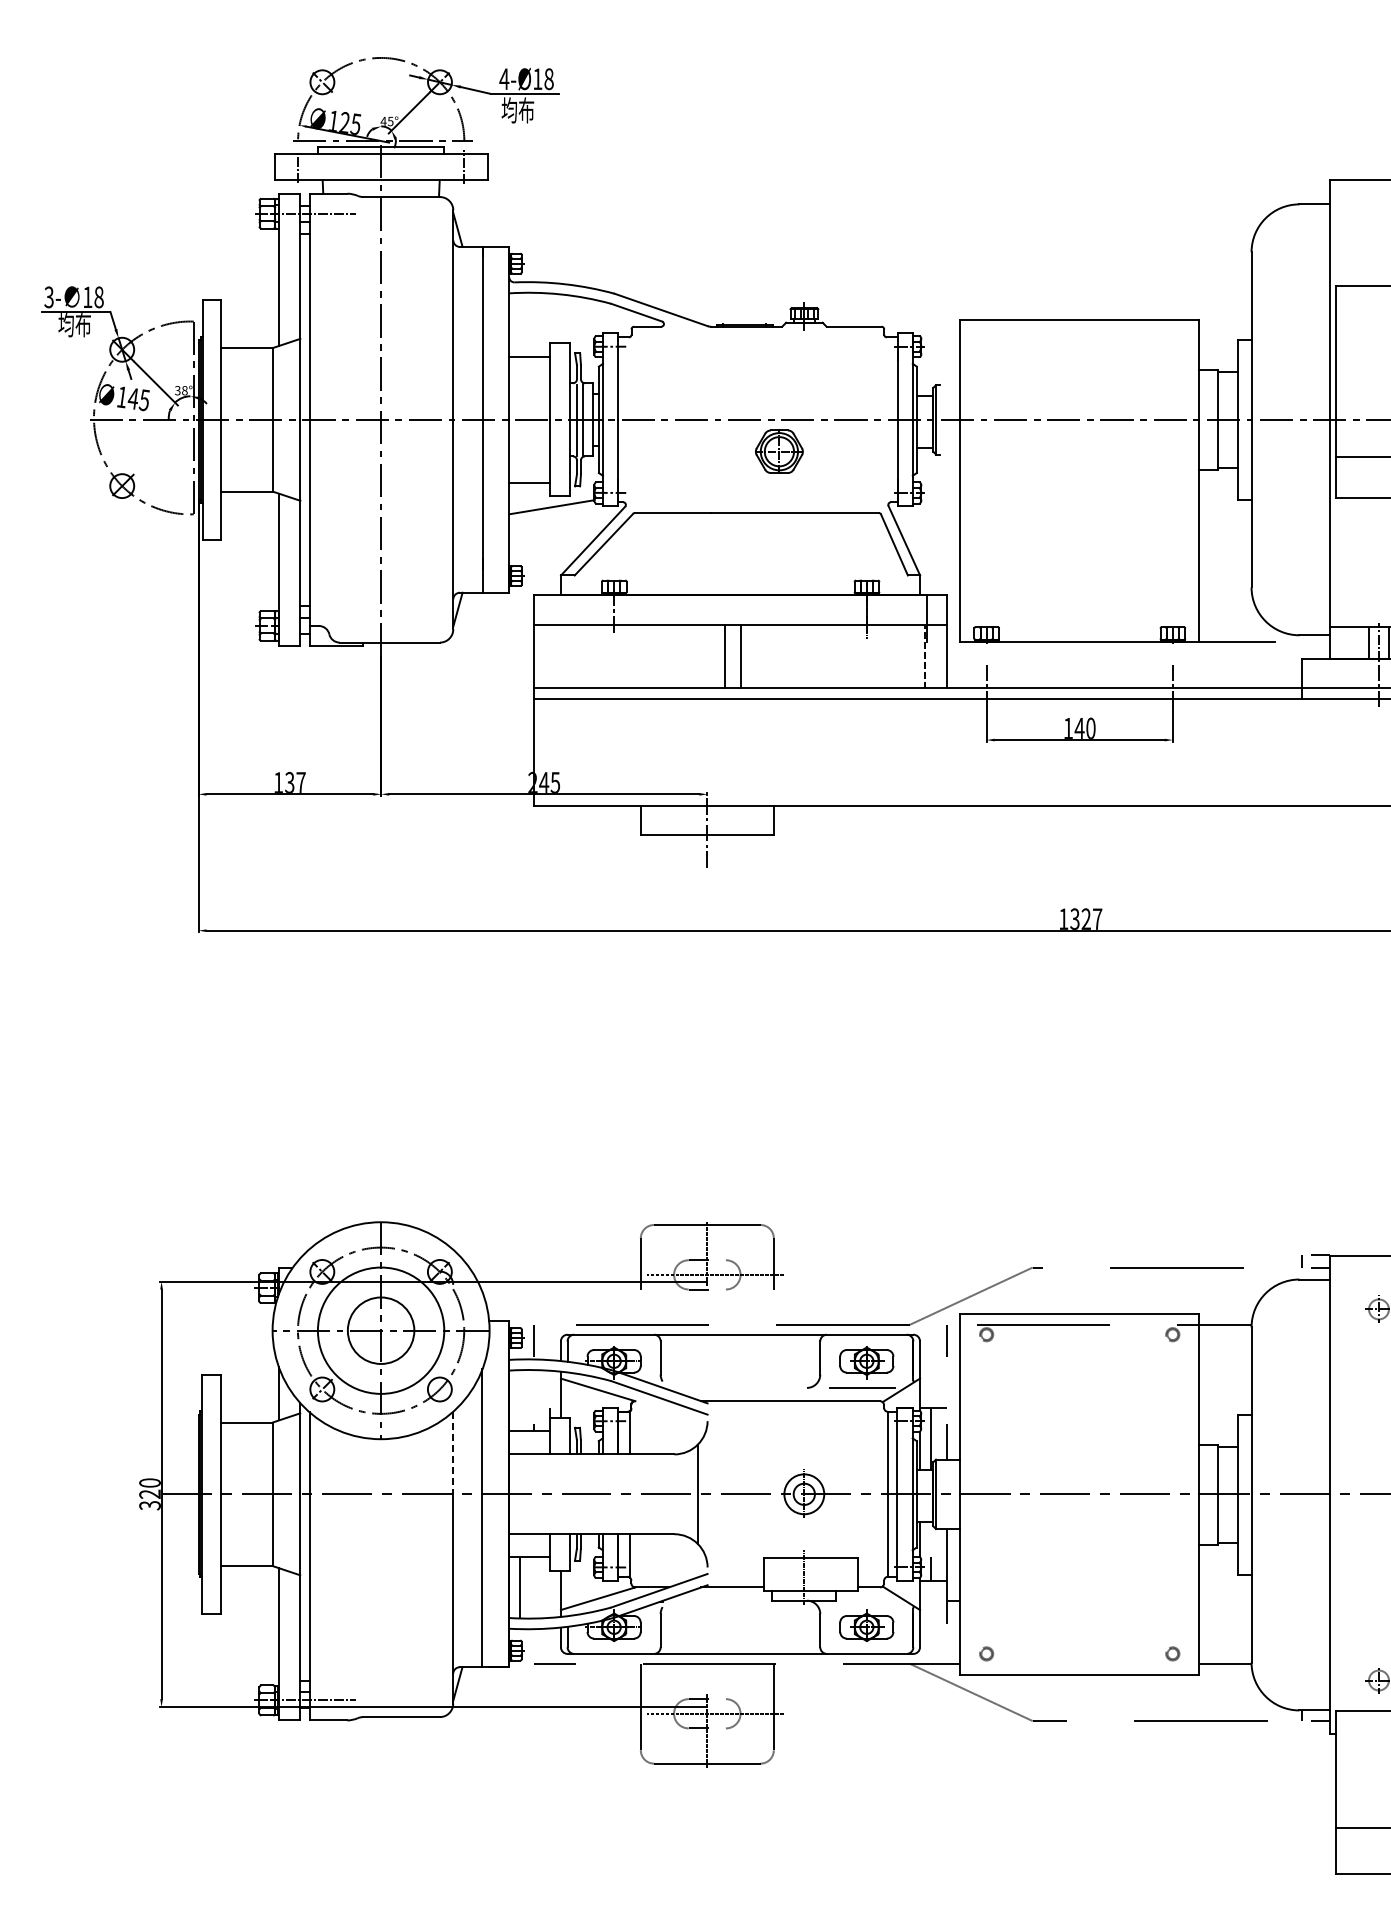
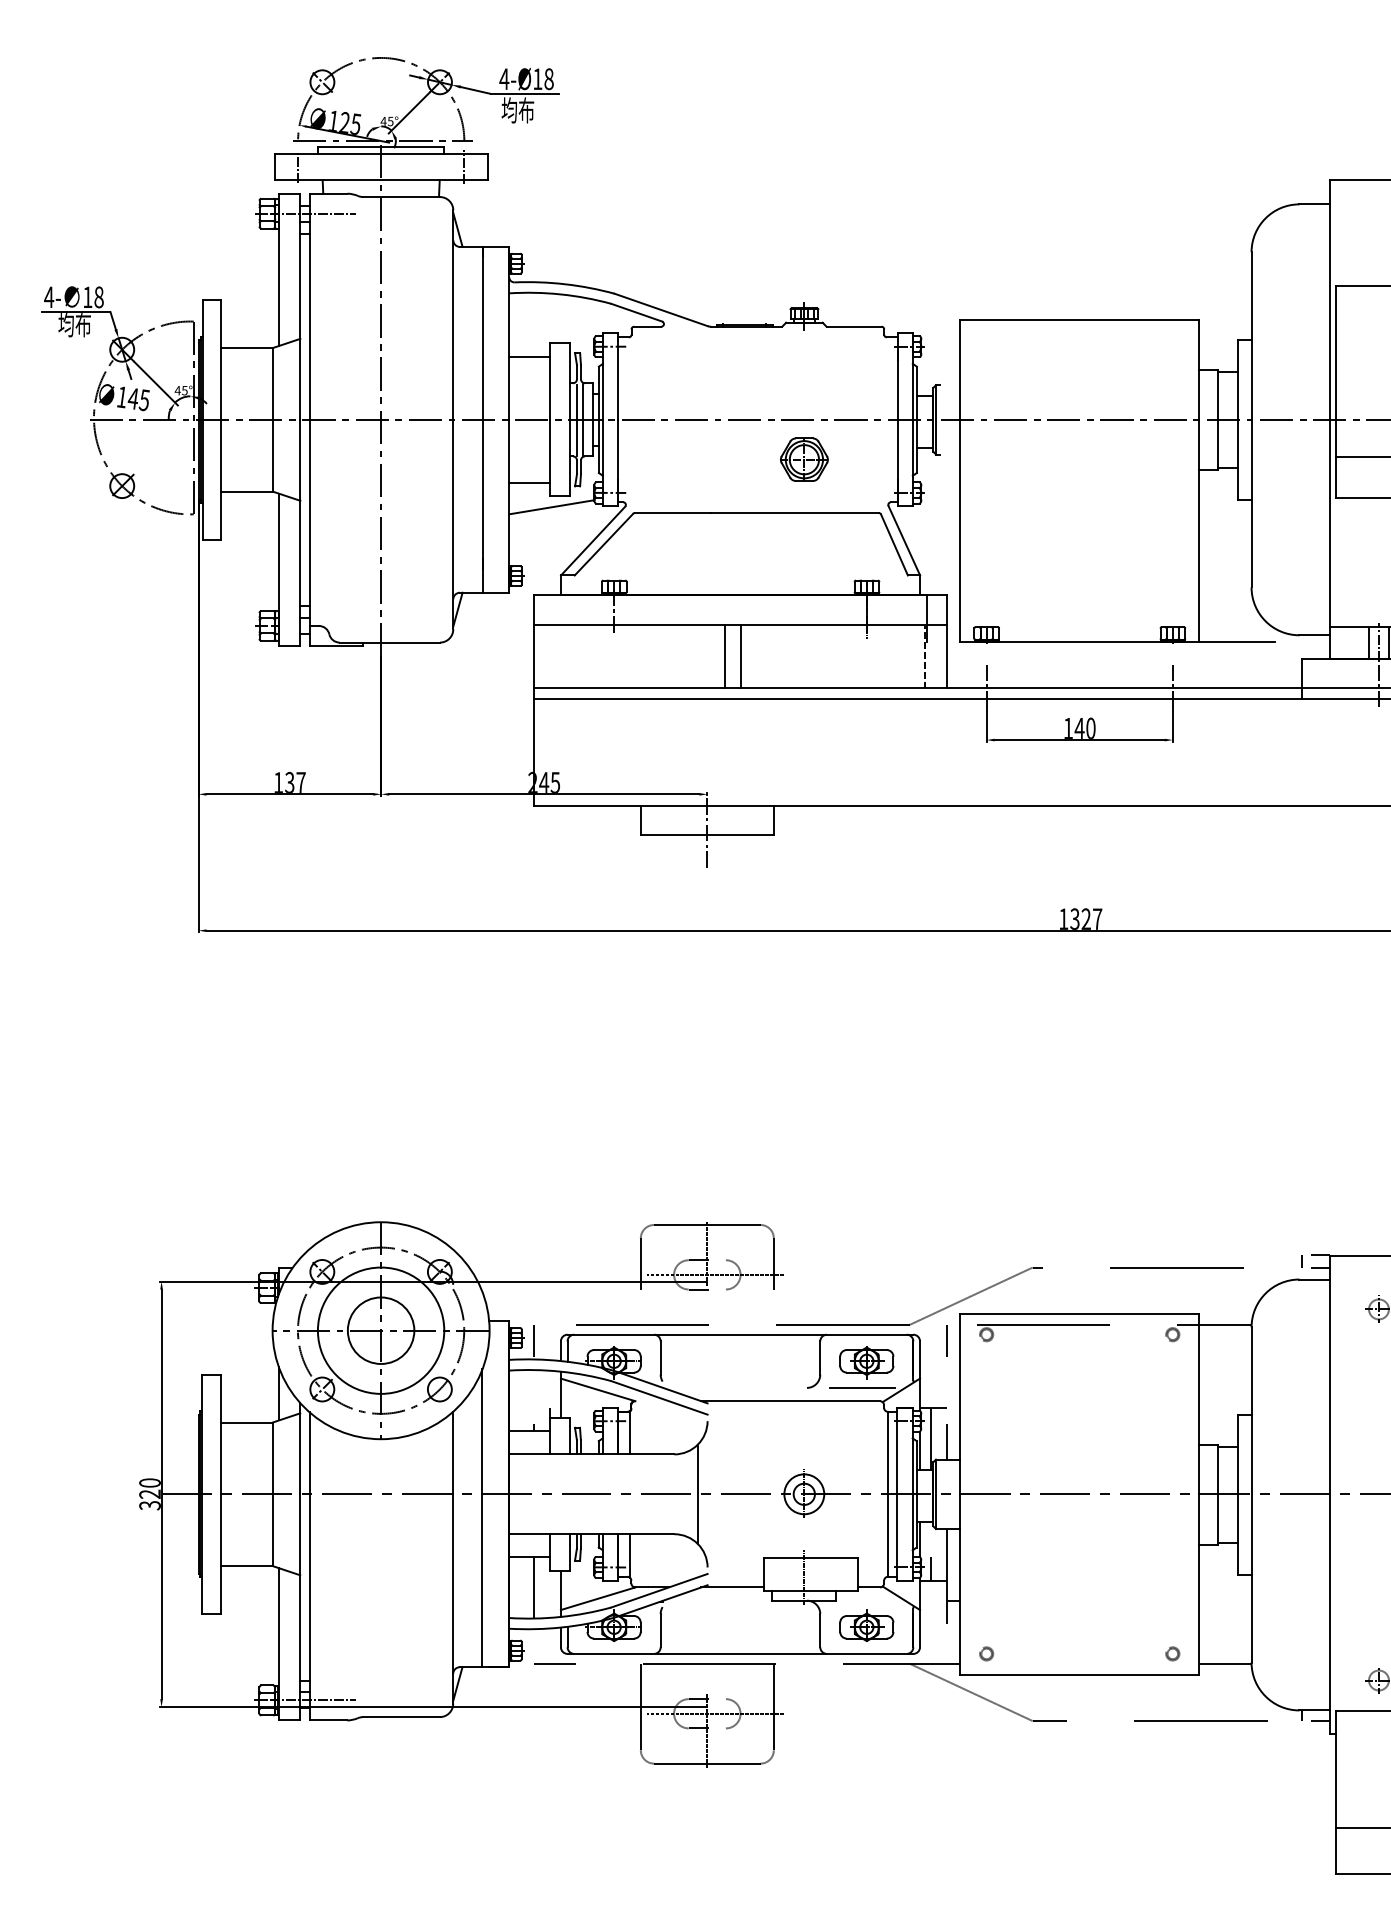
text at (49, 297): 3- -> 4-
text at (180, 390): 38° -> 45°
part at (779, 451) position: (779, 451) -> (804, 459)
line at (453, 1453): dashed -> solid
line at (520, 1587) position: (520, 1587) -> (534, 1587)
